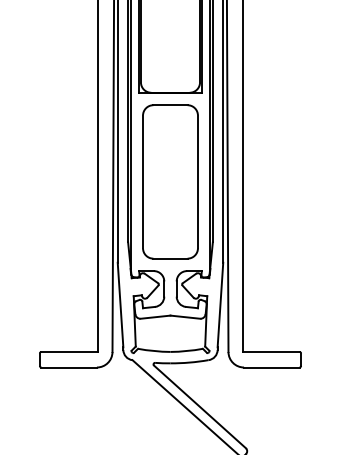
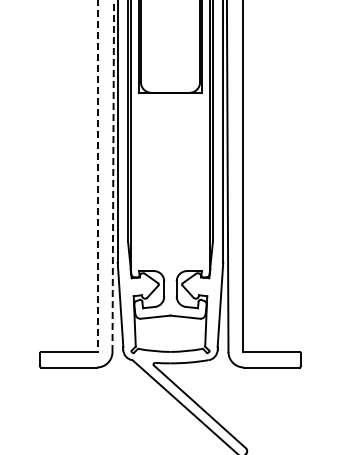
line at (97, 176): solid -> dashed
line at (113, 176): solid -> dashed
part at (170, 181): present -> none
